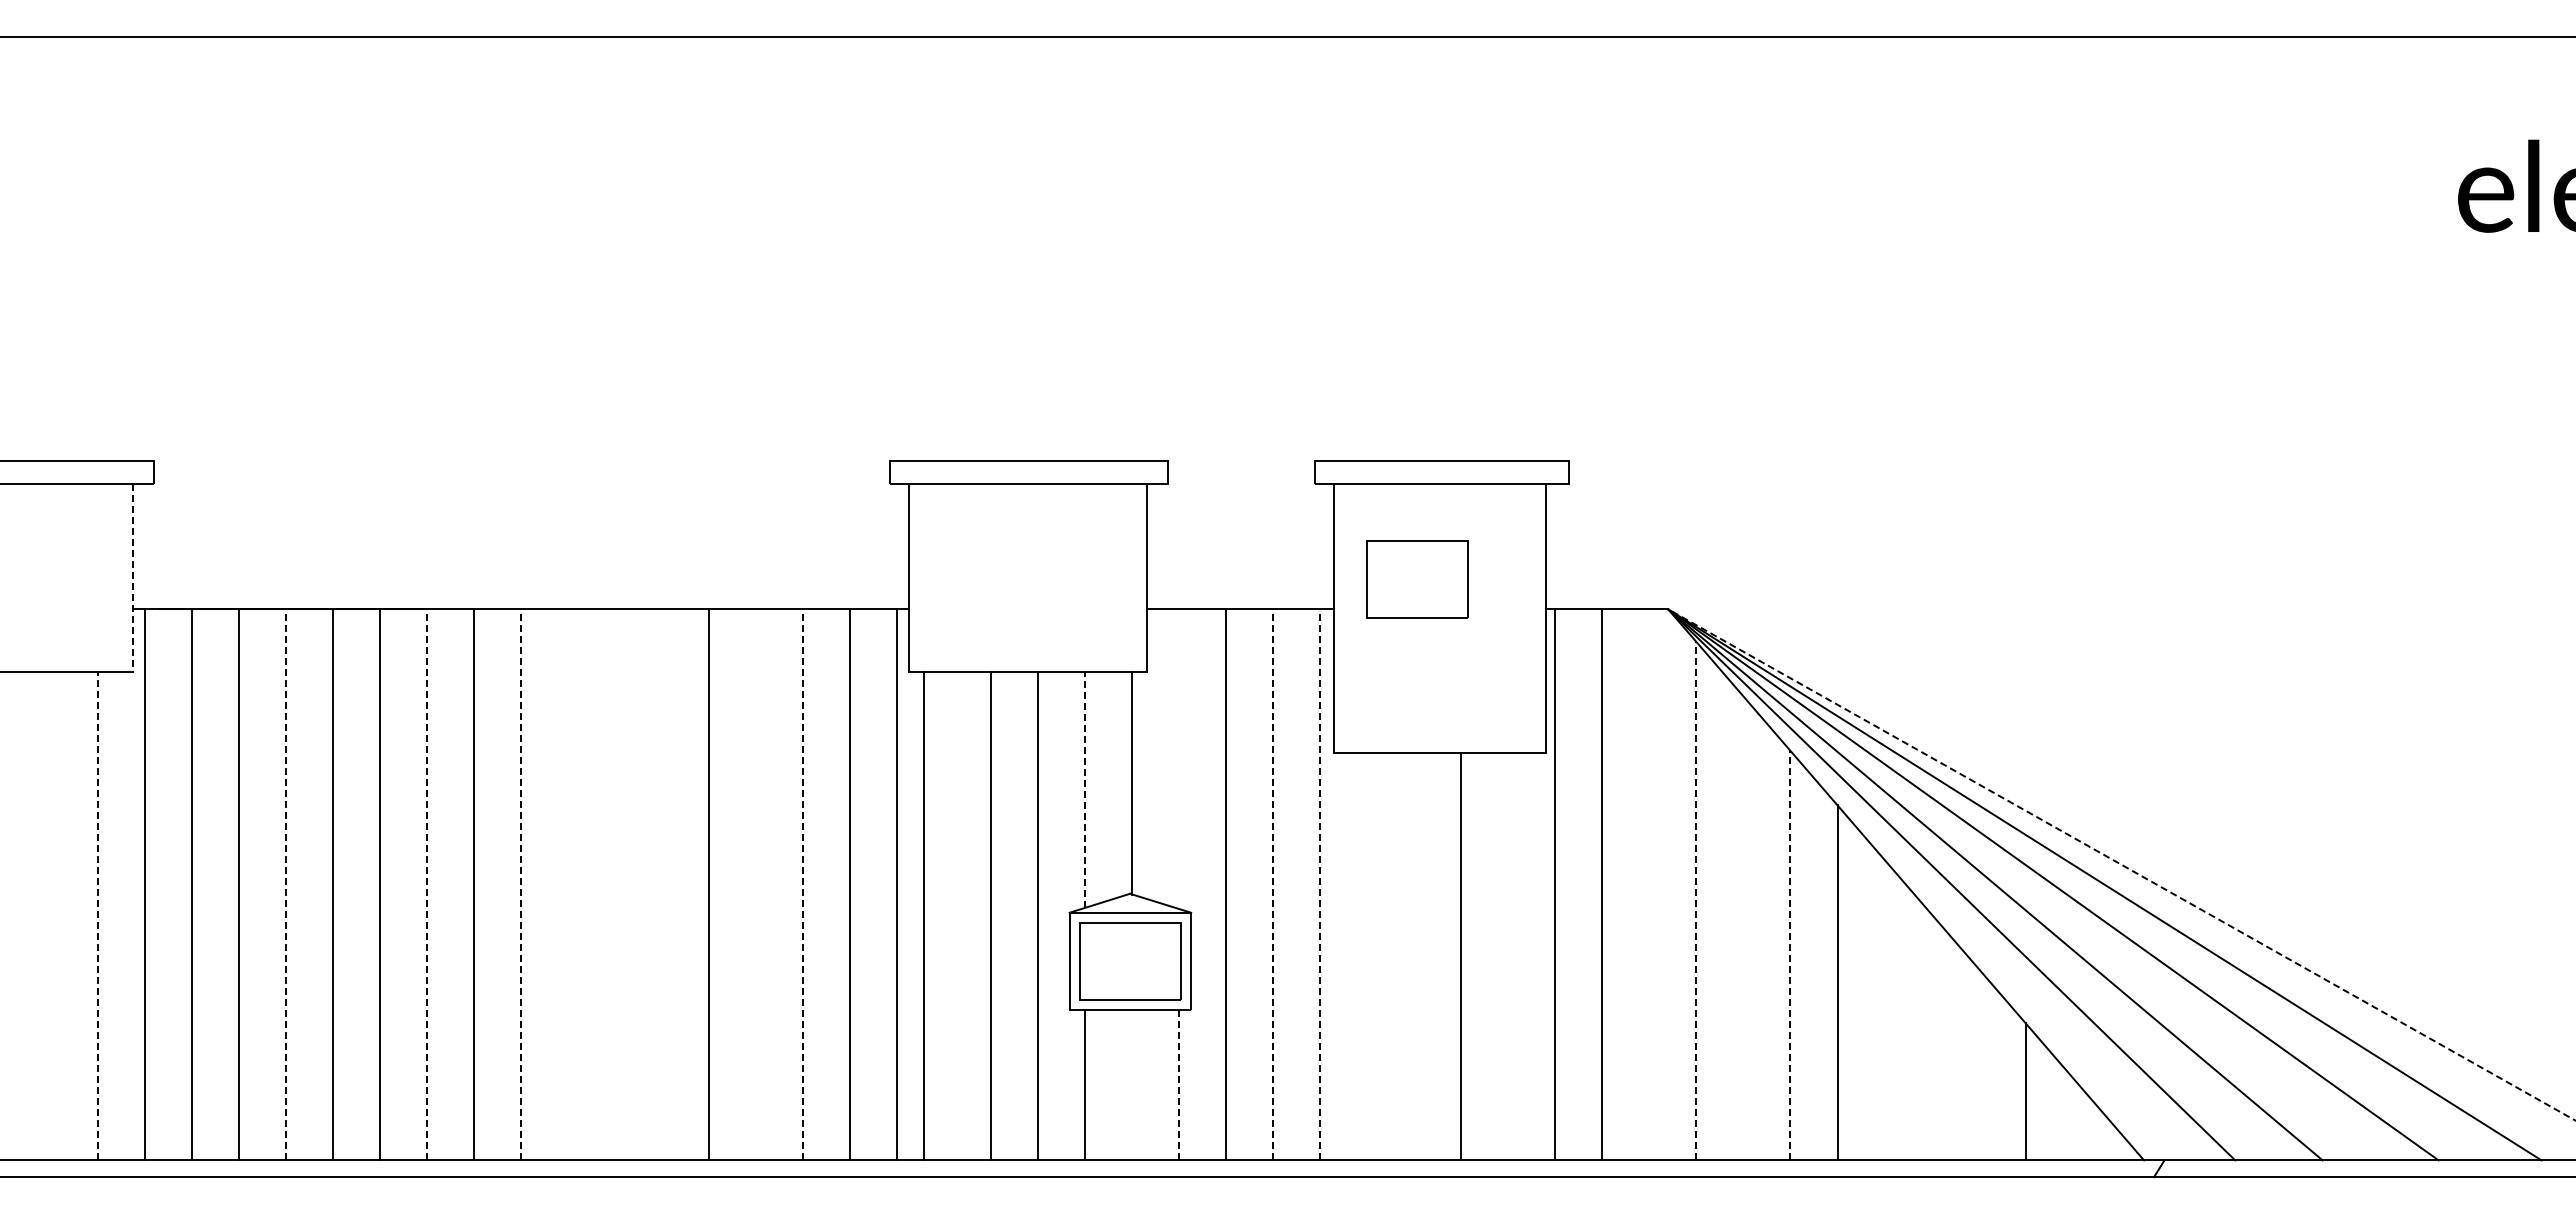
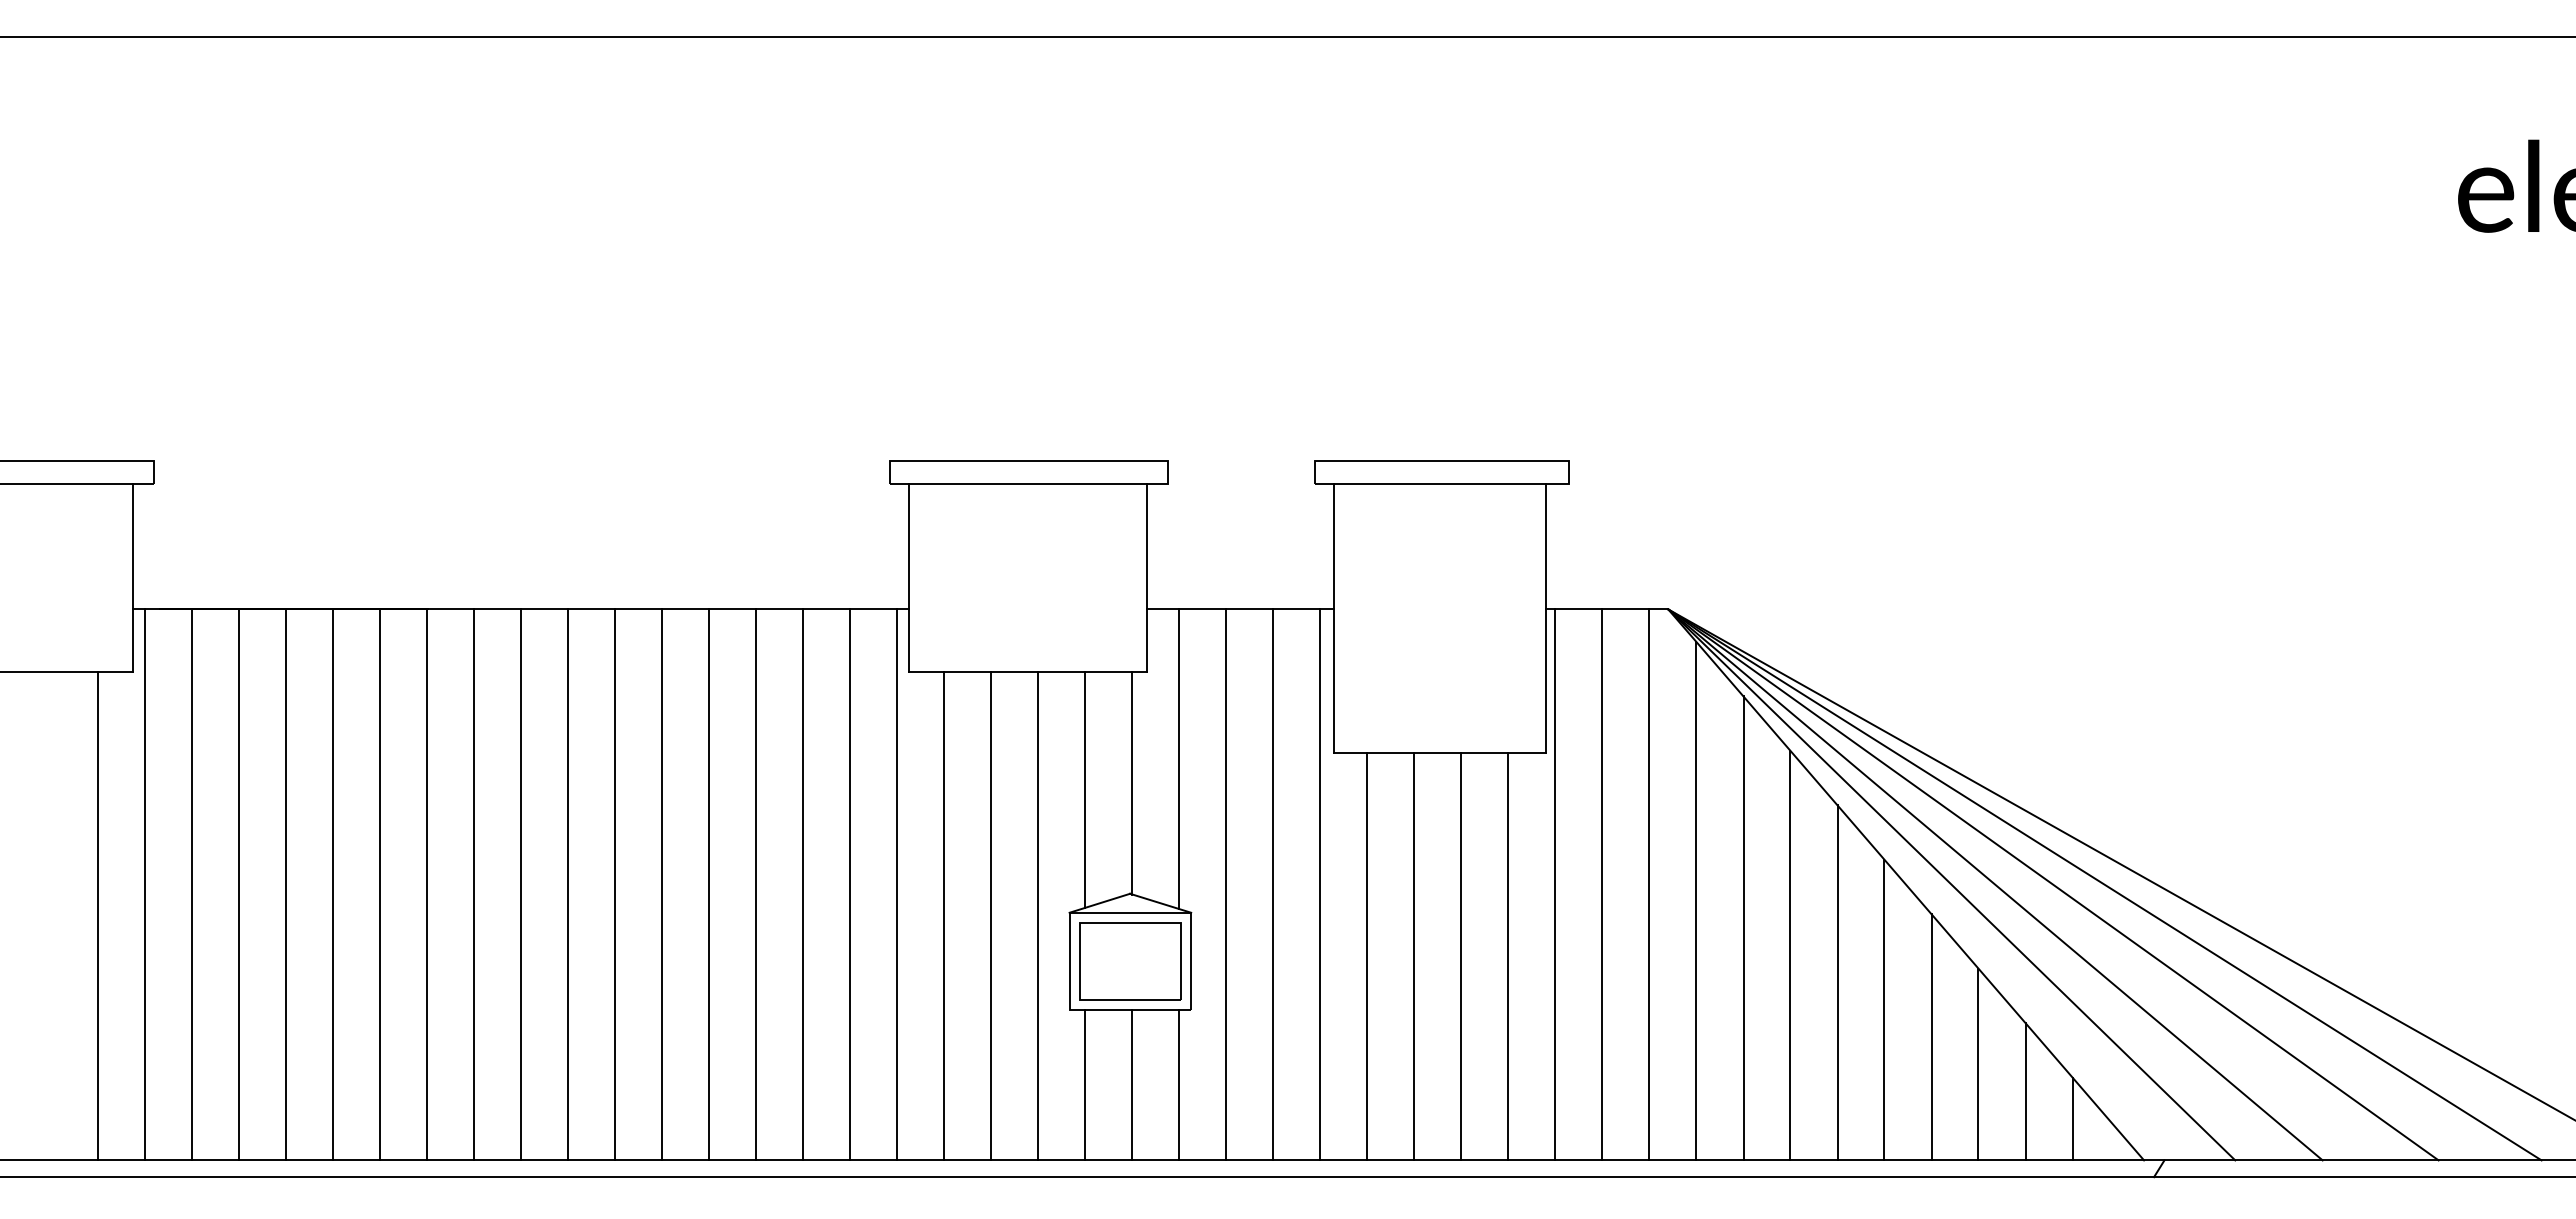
line at (133, 578): dashed -> solid
part at (1417, 579): present -> none
line at (1179, 759): none -> present
line at (1085, 790): dashed -> solid
line at (2121, 865): dashed -> solid
line at (286, 884): dashed -> solid
line at (427, 884): dashed -> solid
line at (521, 884): dashed -> solid
line at (568, 884): none -> present
line at (615, 884): none -> present
line at (662, 884): none -> present
line at (756, 884): none -> present
line at (803, 884): dashed -> solid
line at (1273, 884): dashed -> solid
line at (1320, 884): dashed -> solid
line at (1649, 884): none -> present
line at (1696, 900): dashed -> solid
line at (97, 915): dashed -> solid
line at (924, 916) position: (924, 916) -> (944, 916)
line at (1743, 928): none -> present
line at (1790, 955): dashed -> solid
line at (1367, 956): none -> present
line at (1414, 956): none -> present
line at (1508, 956): none -> present
line at (1884, 1009): none -> present
line at (1931, 1037): none -> present
line at (1978, 1064): none -> present
line at (1132, 1084): none -> present
line at (1179, 1084): dashed -> solid
line at (2072, 1118): none -> present
